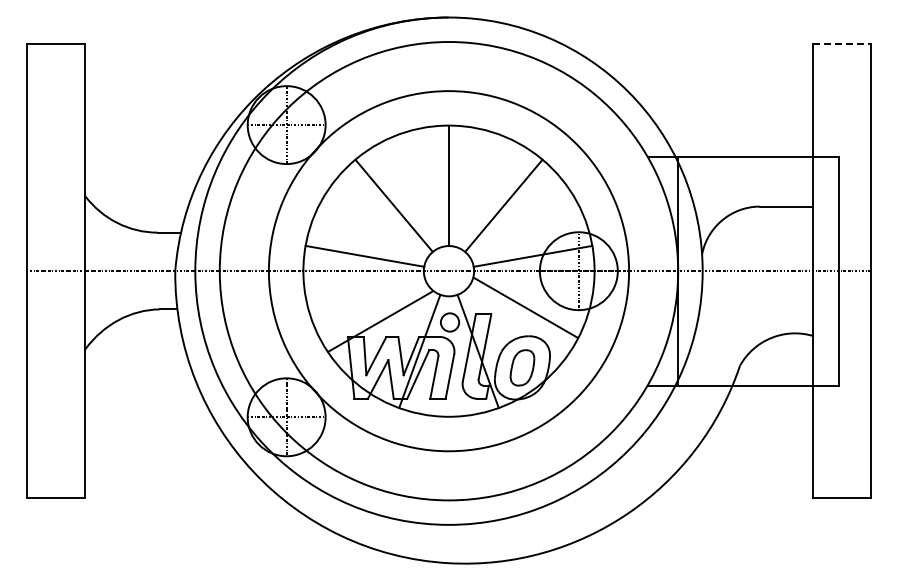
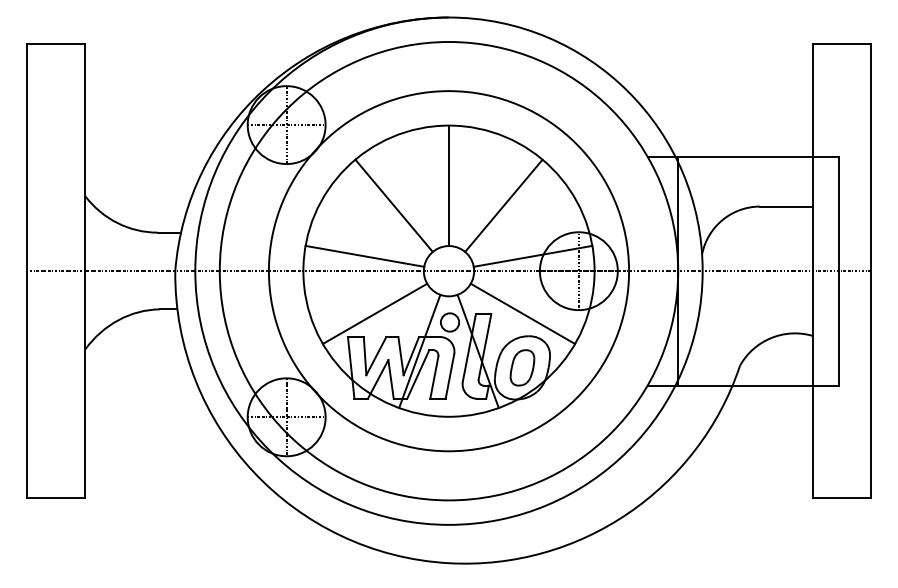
line at (842, 43): dashed -> solid
line at (525, 307) position: (525, 307) -> (522, 313)
line at (379, 321) position: (379, 321) -> (374, 313)
